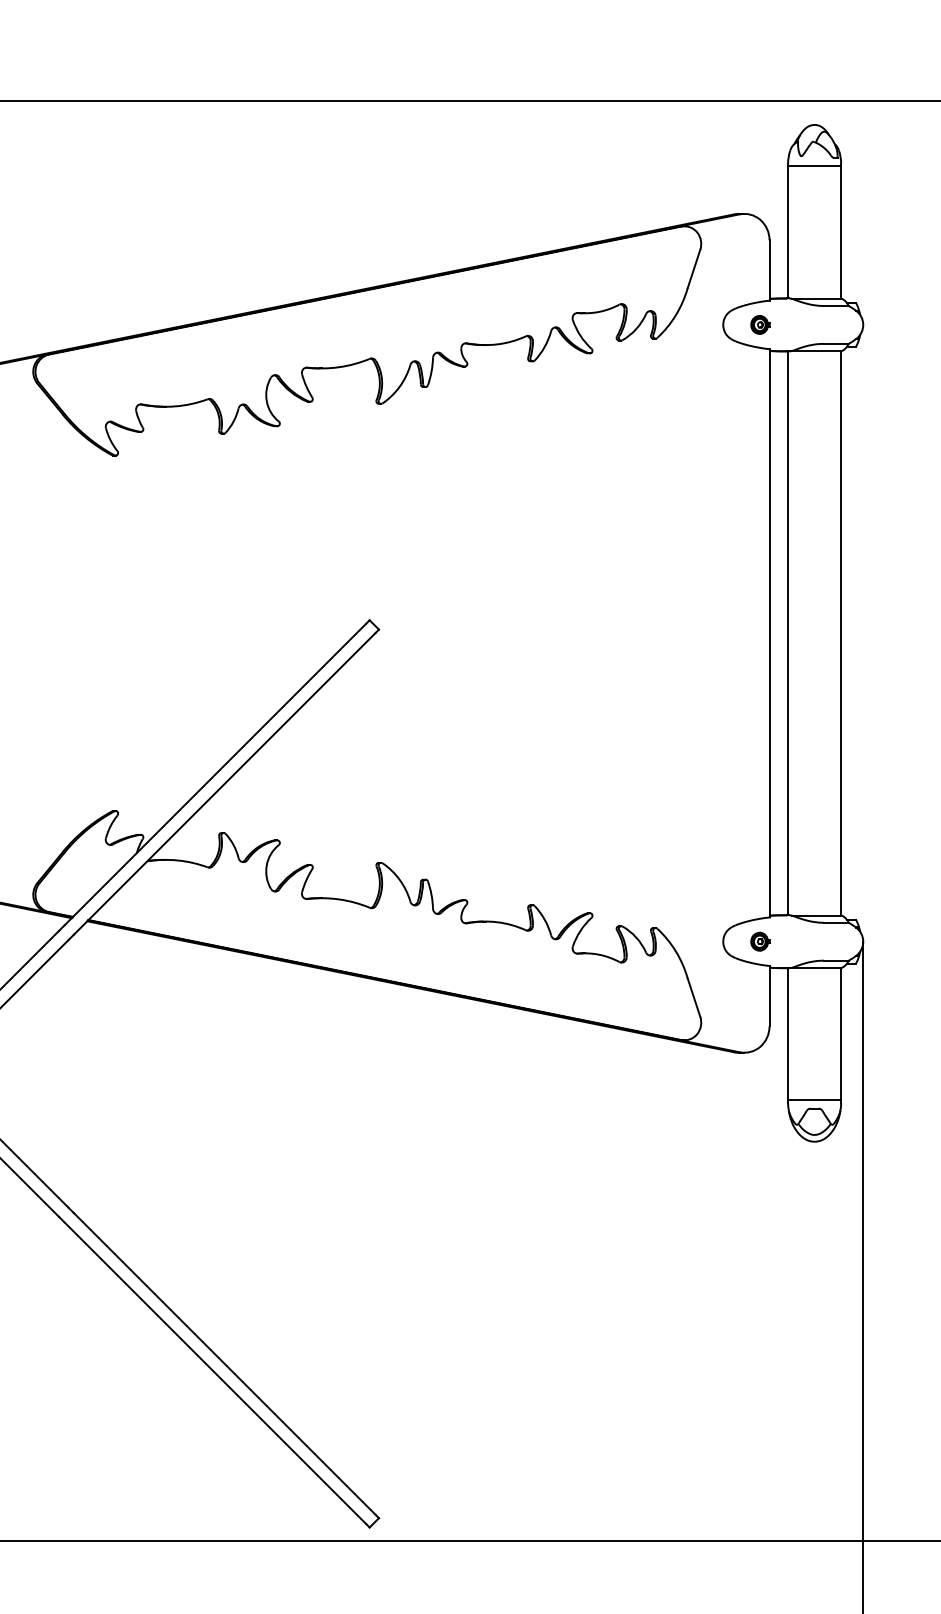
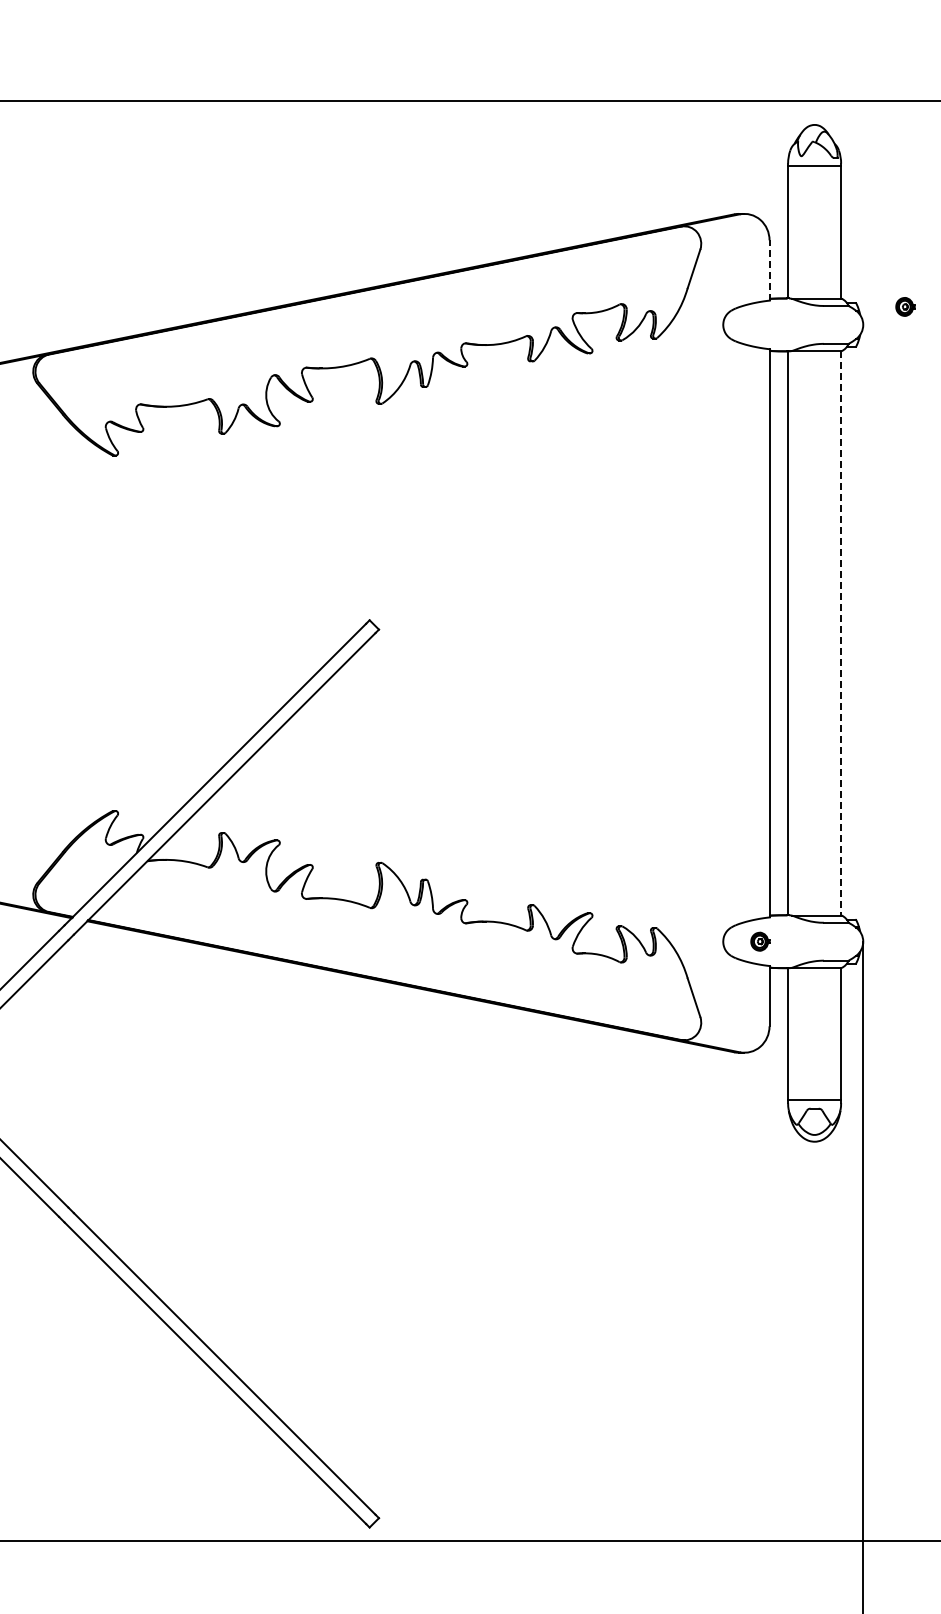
line at (769, 270): solid -> dashed
part at (760, 324) position: (760, 324) -> (905, 306)
line at (841, 633): solid -> dashed
